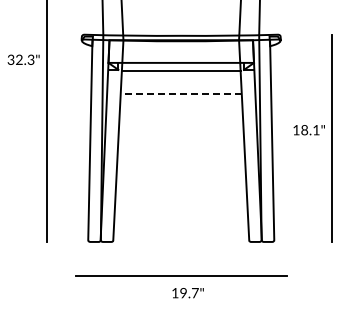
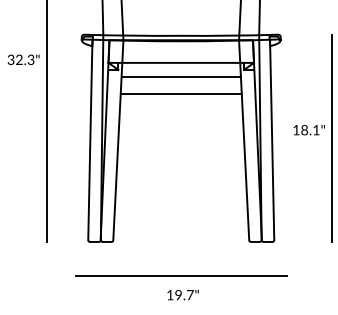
line at (180, 71) position: (180, 71) -> (180, 77)
line at (181, 93): dashed -> solid
text at (187, 293) position: (187, 293) -> (182, 295)
